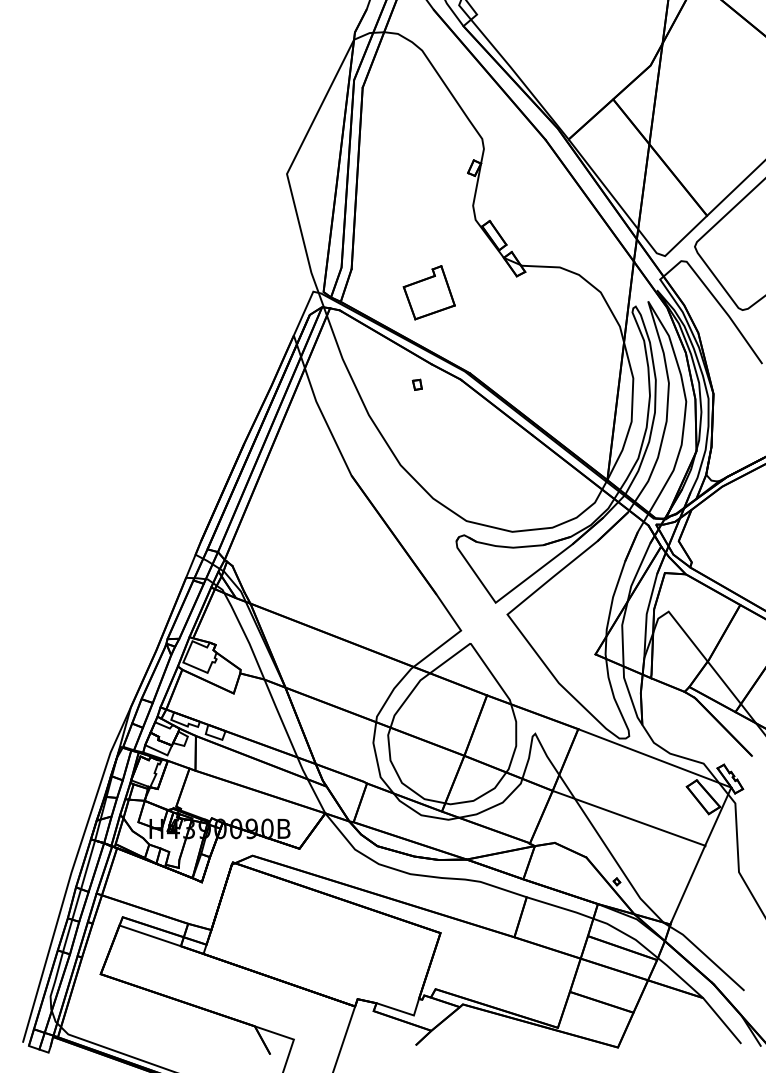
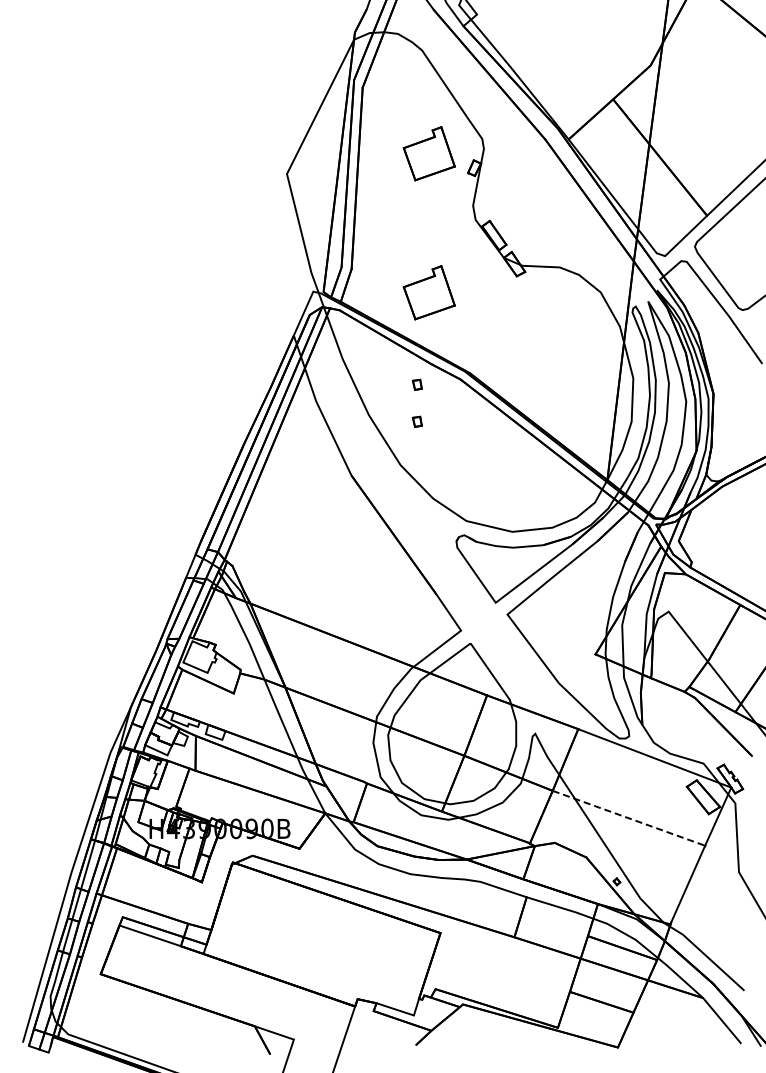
part at (428, 153): none -> present
part at (416, 421): none -> present
line at (629, 818): solid -> dashed
